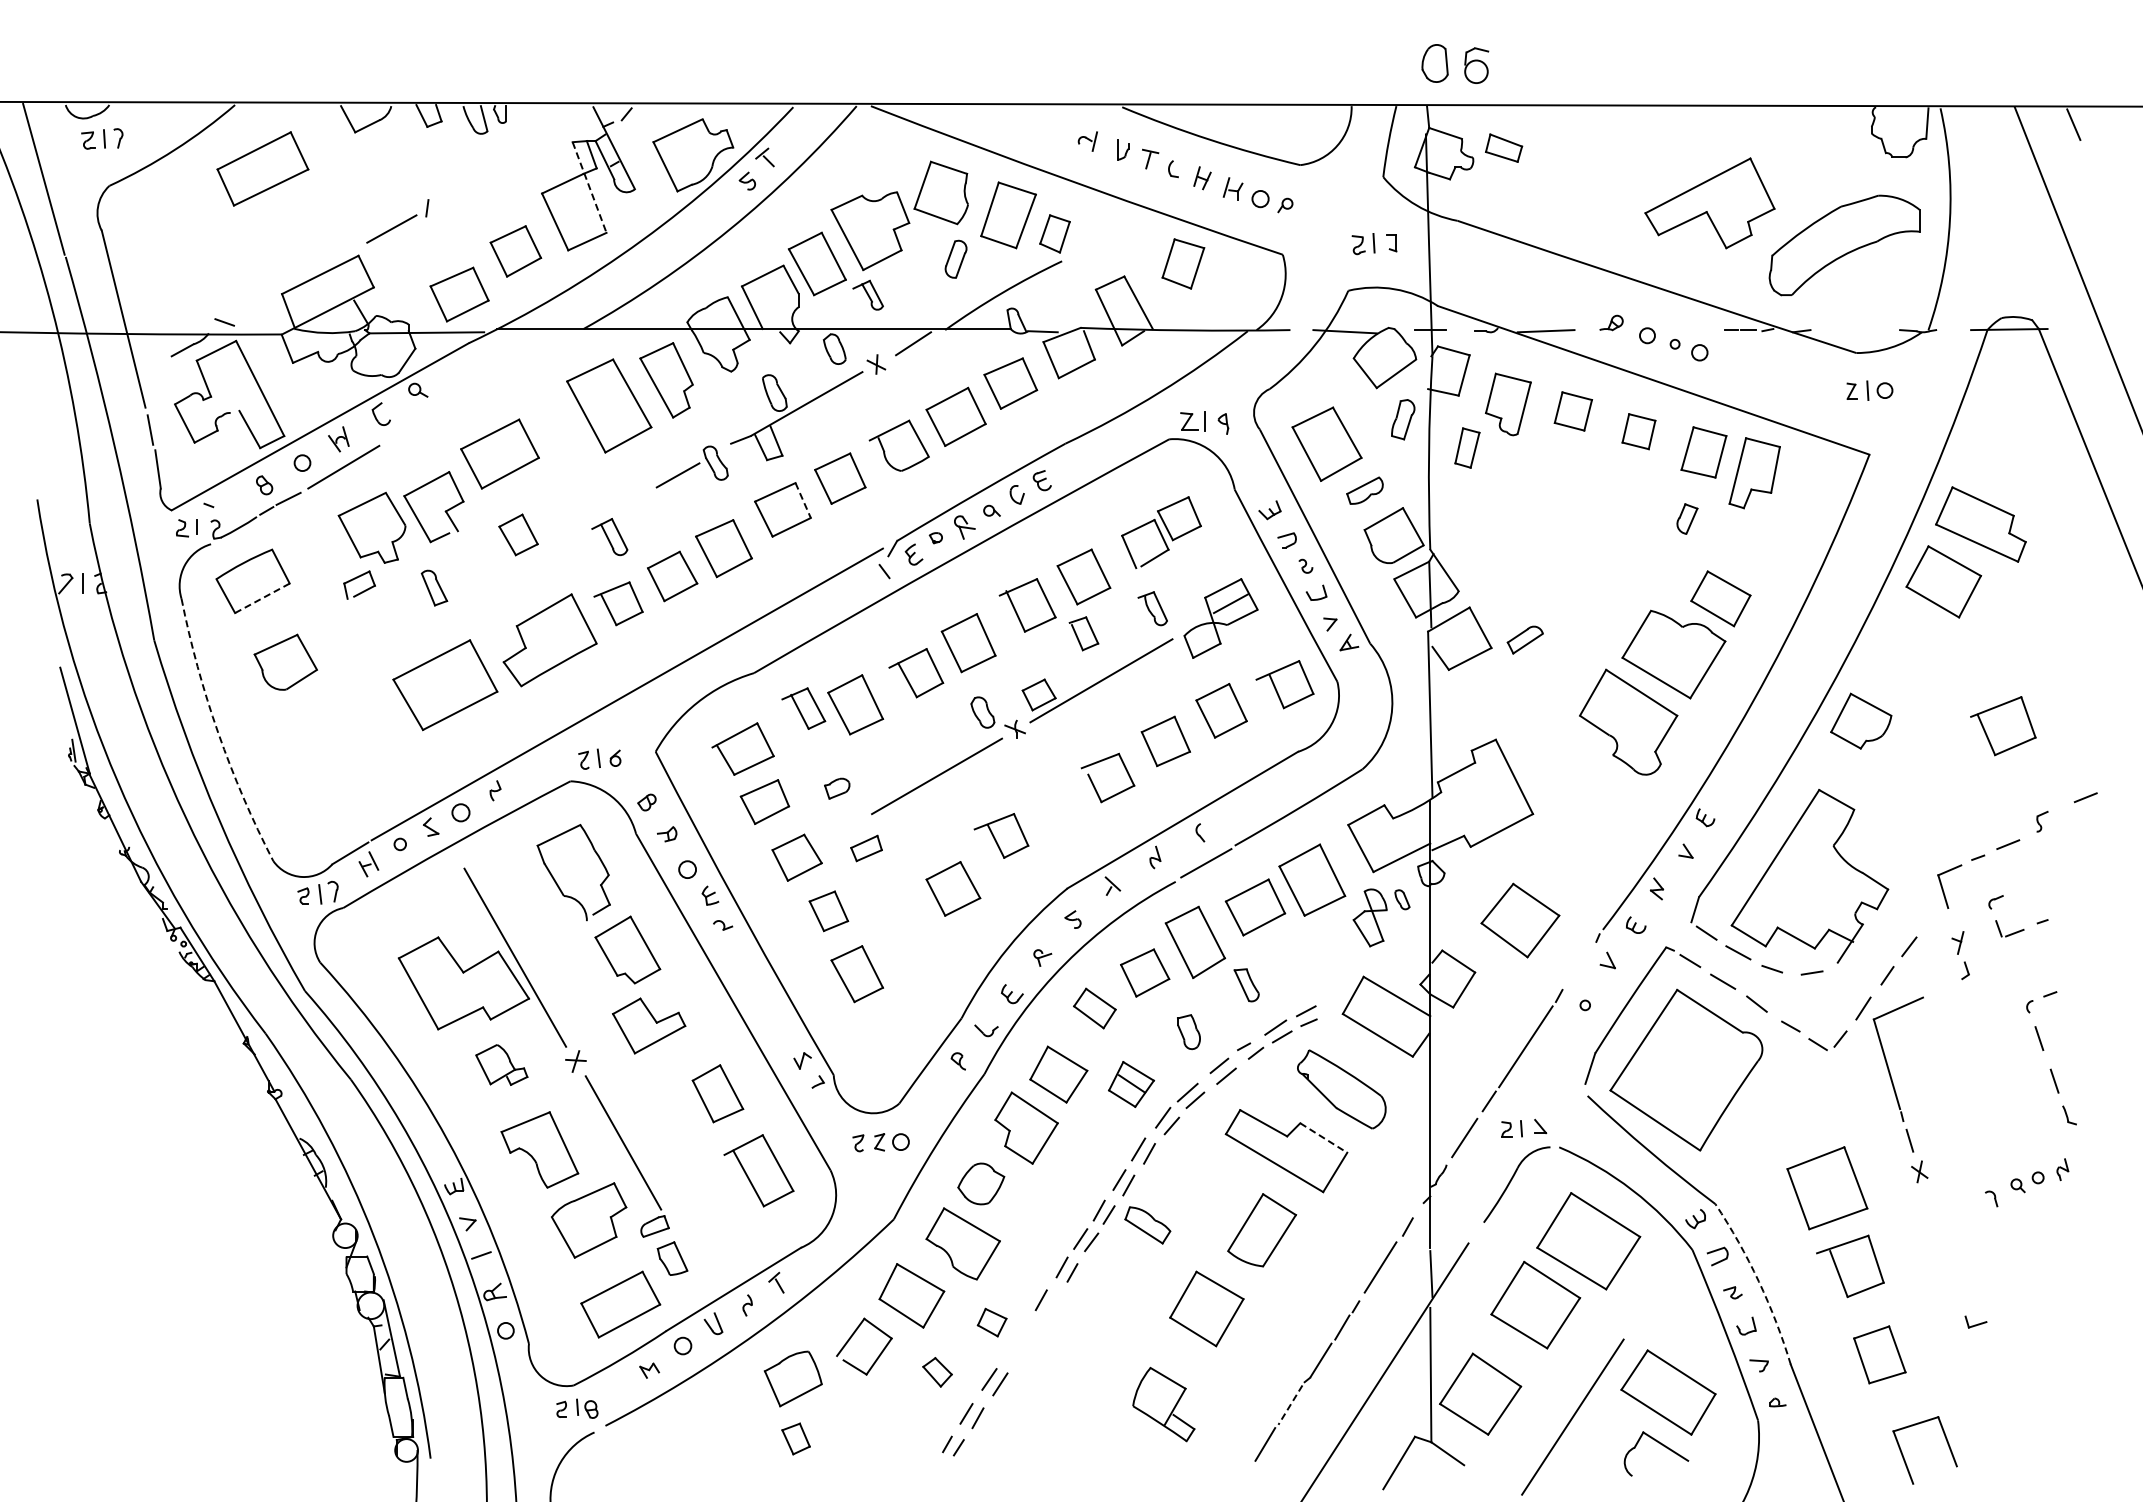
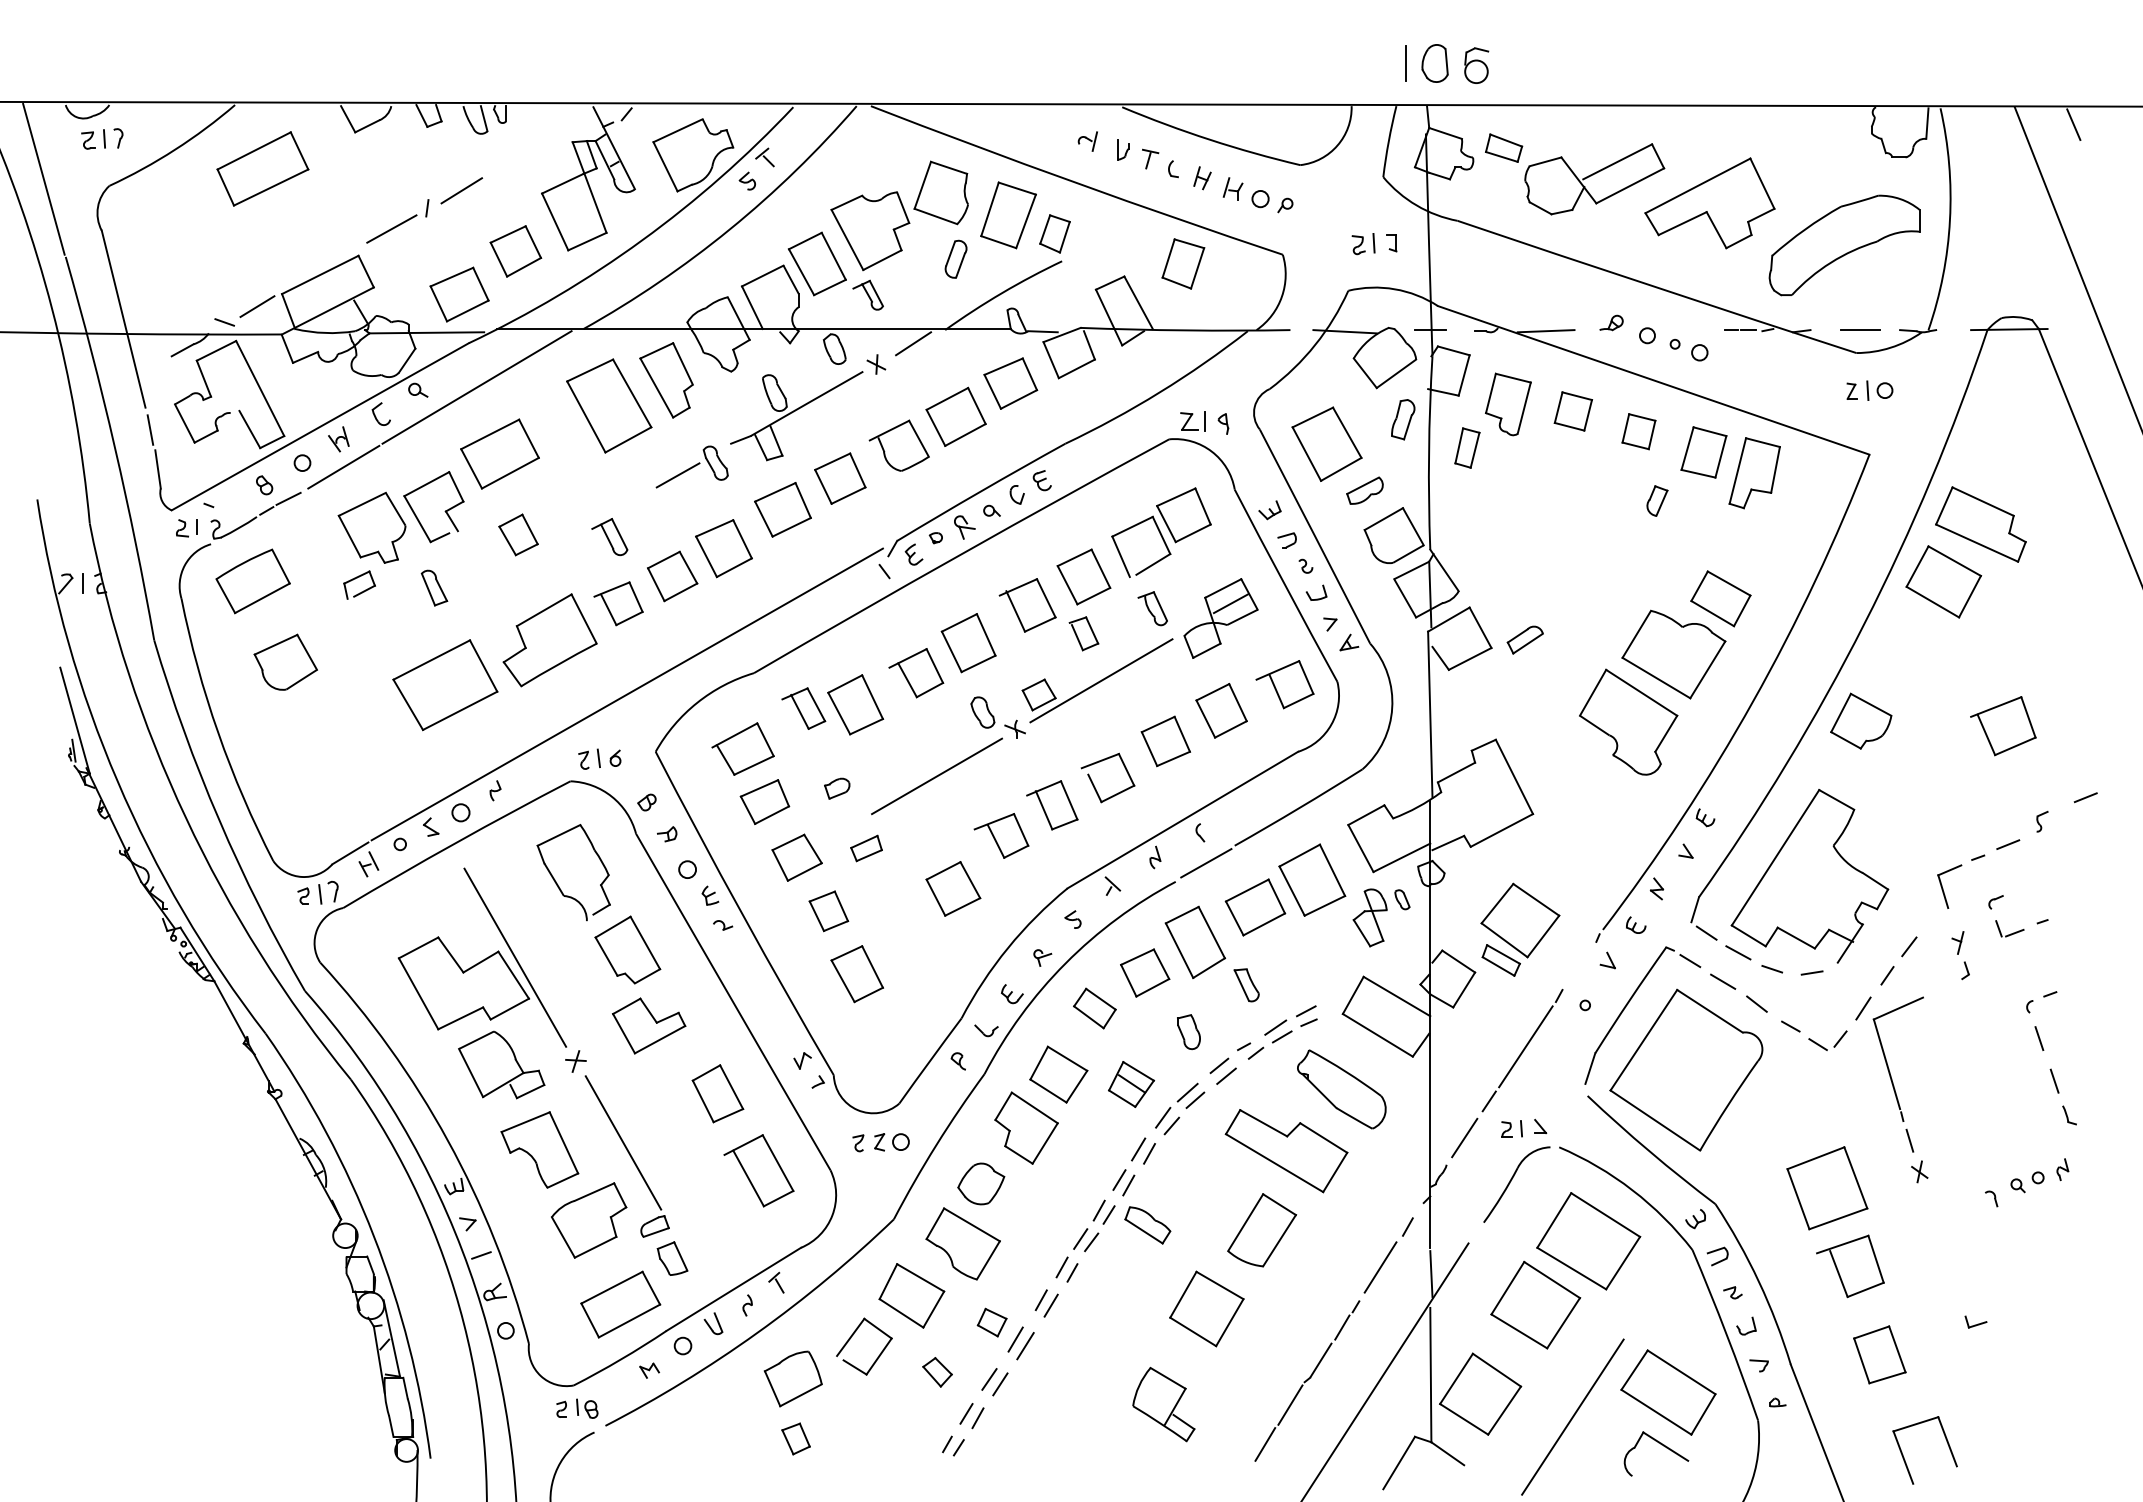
line at (1406, 63): none -> present
part at (1594, 179): none -> present
line at (589, 188): dashed -> solid
line at (461, 190): none -> present
line at (257, 306): none -> present
line at (1860, 330): none -> present
line at (476, 387): none -> present
line at (803, 500): dashed -> solid
part at (1687, 518) position: (1687, 518) -> (1657, 500)
part at (1161, 532) size: 81x74 px -> 101x91 px
line at (262, 598): dashed -> solid
arc at (218, 733): dashed -> solid
part at (1052, 805): none -> present
part at (1500, 960): none -> present
part at (501, 1064) size: 54x42 px -> 88x70 px
line at (1323, 1138): dashed -> solid
arc at (1758, 1281): dashed -> solid
line at (1050, 1305): none -> present
line at (1015, 1339): none -> present
line at (1025, 1346): none -> present
line at (1290, 1405): dashed -> solid
